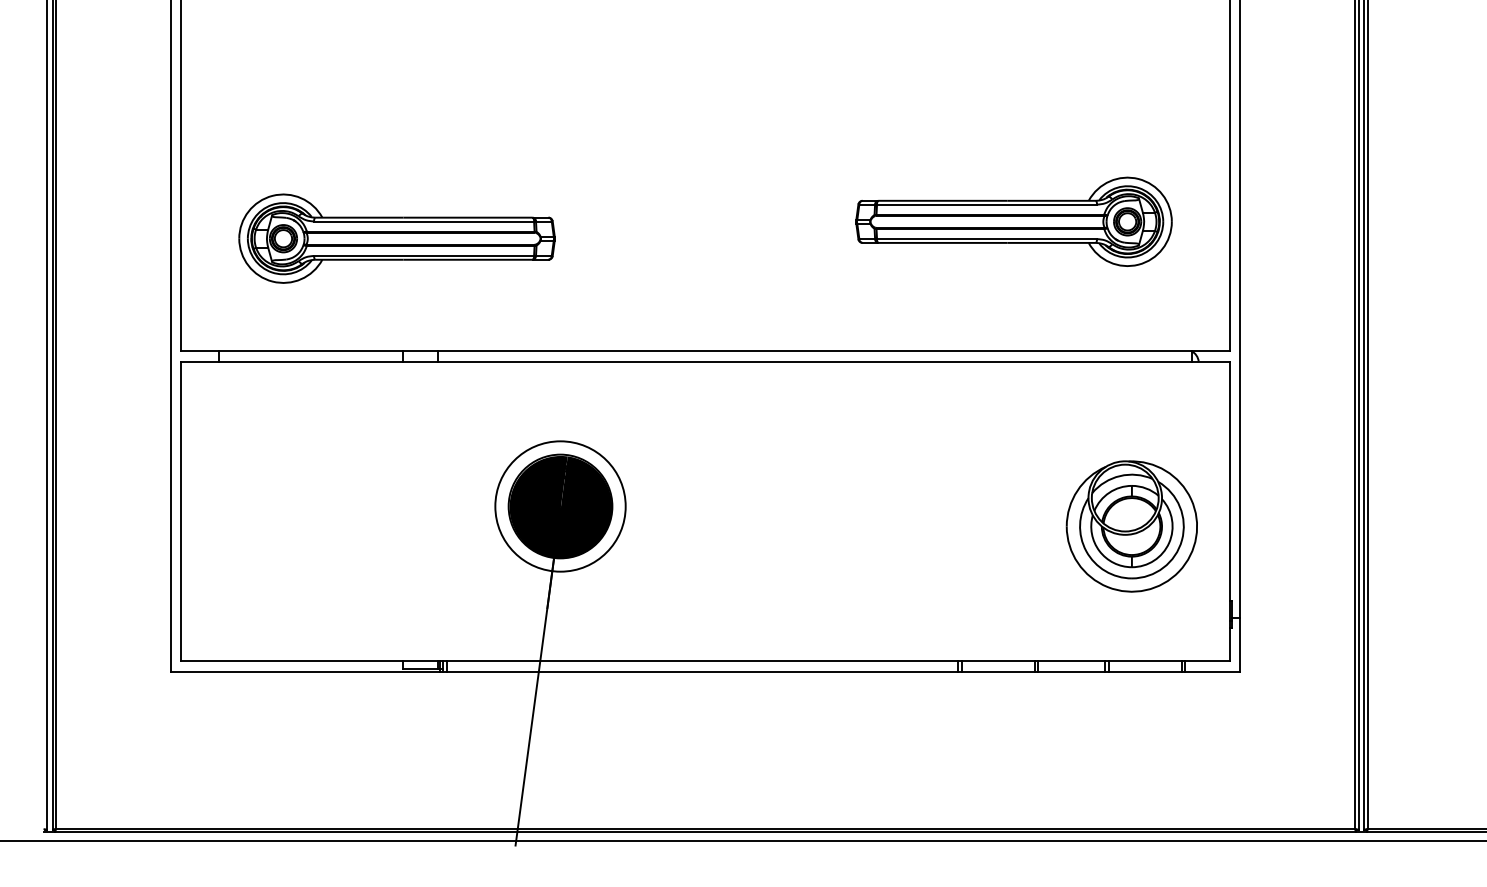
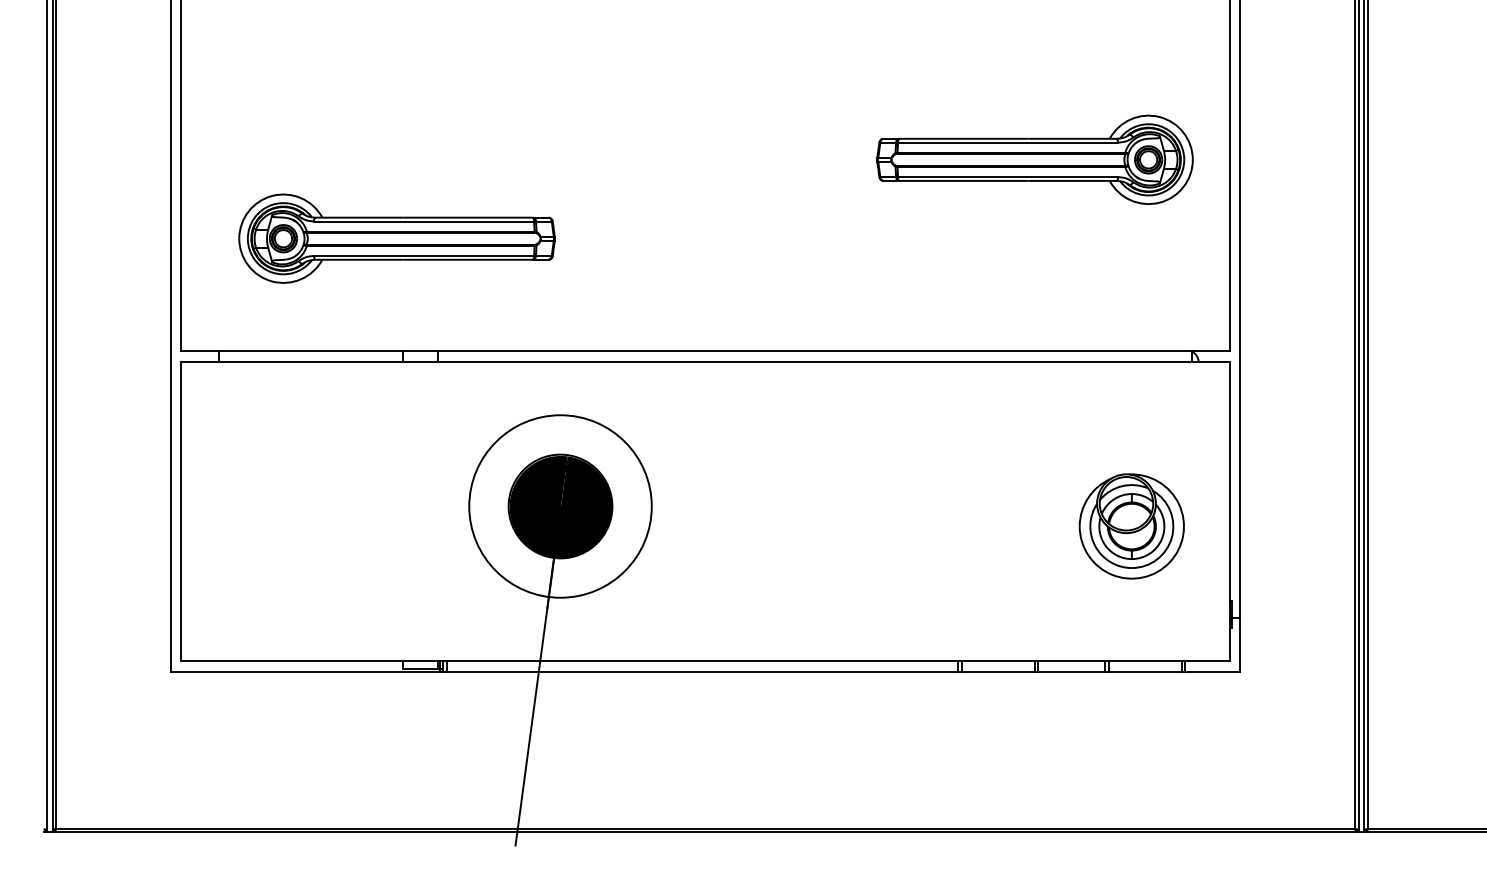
part at (1013, 221) position: (1013, 221) -> (1034, 159)
circle at (560, 506) diameter: 130 px -> 182 px
part at (1131, 526) size: 133x133 px -> 107x107 px
line at (742, 840): present -> none
